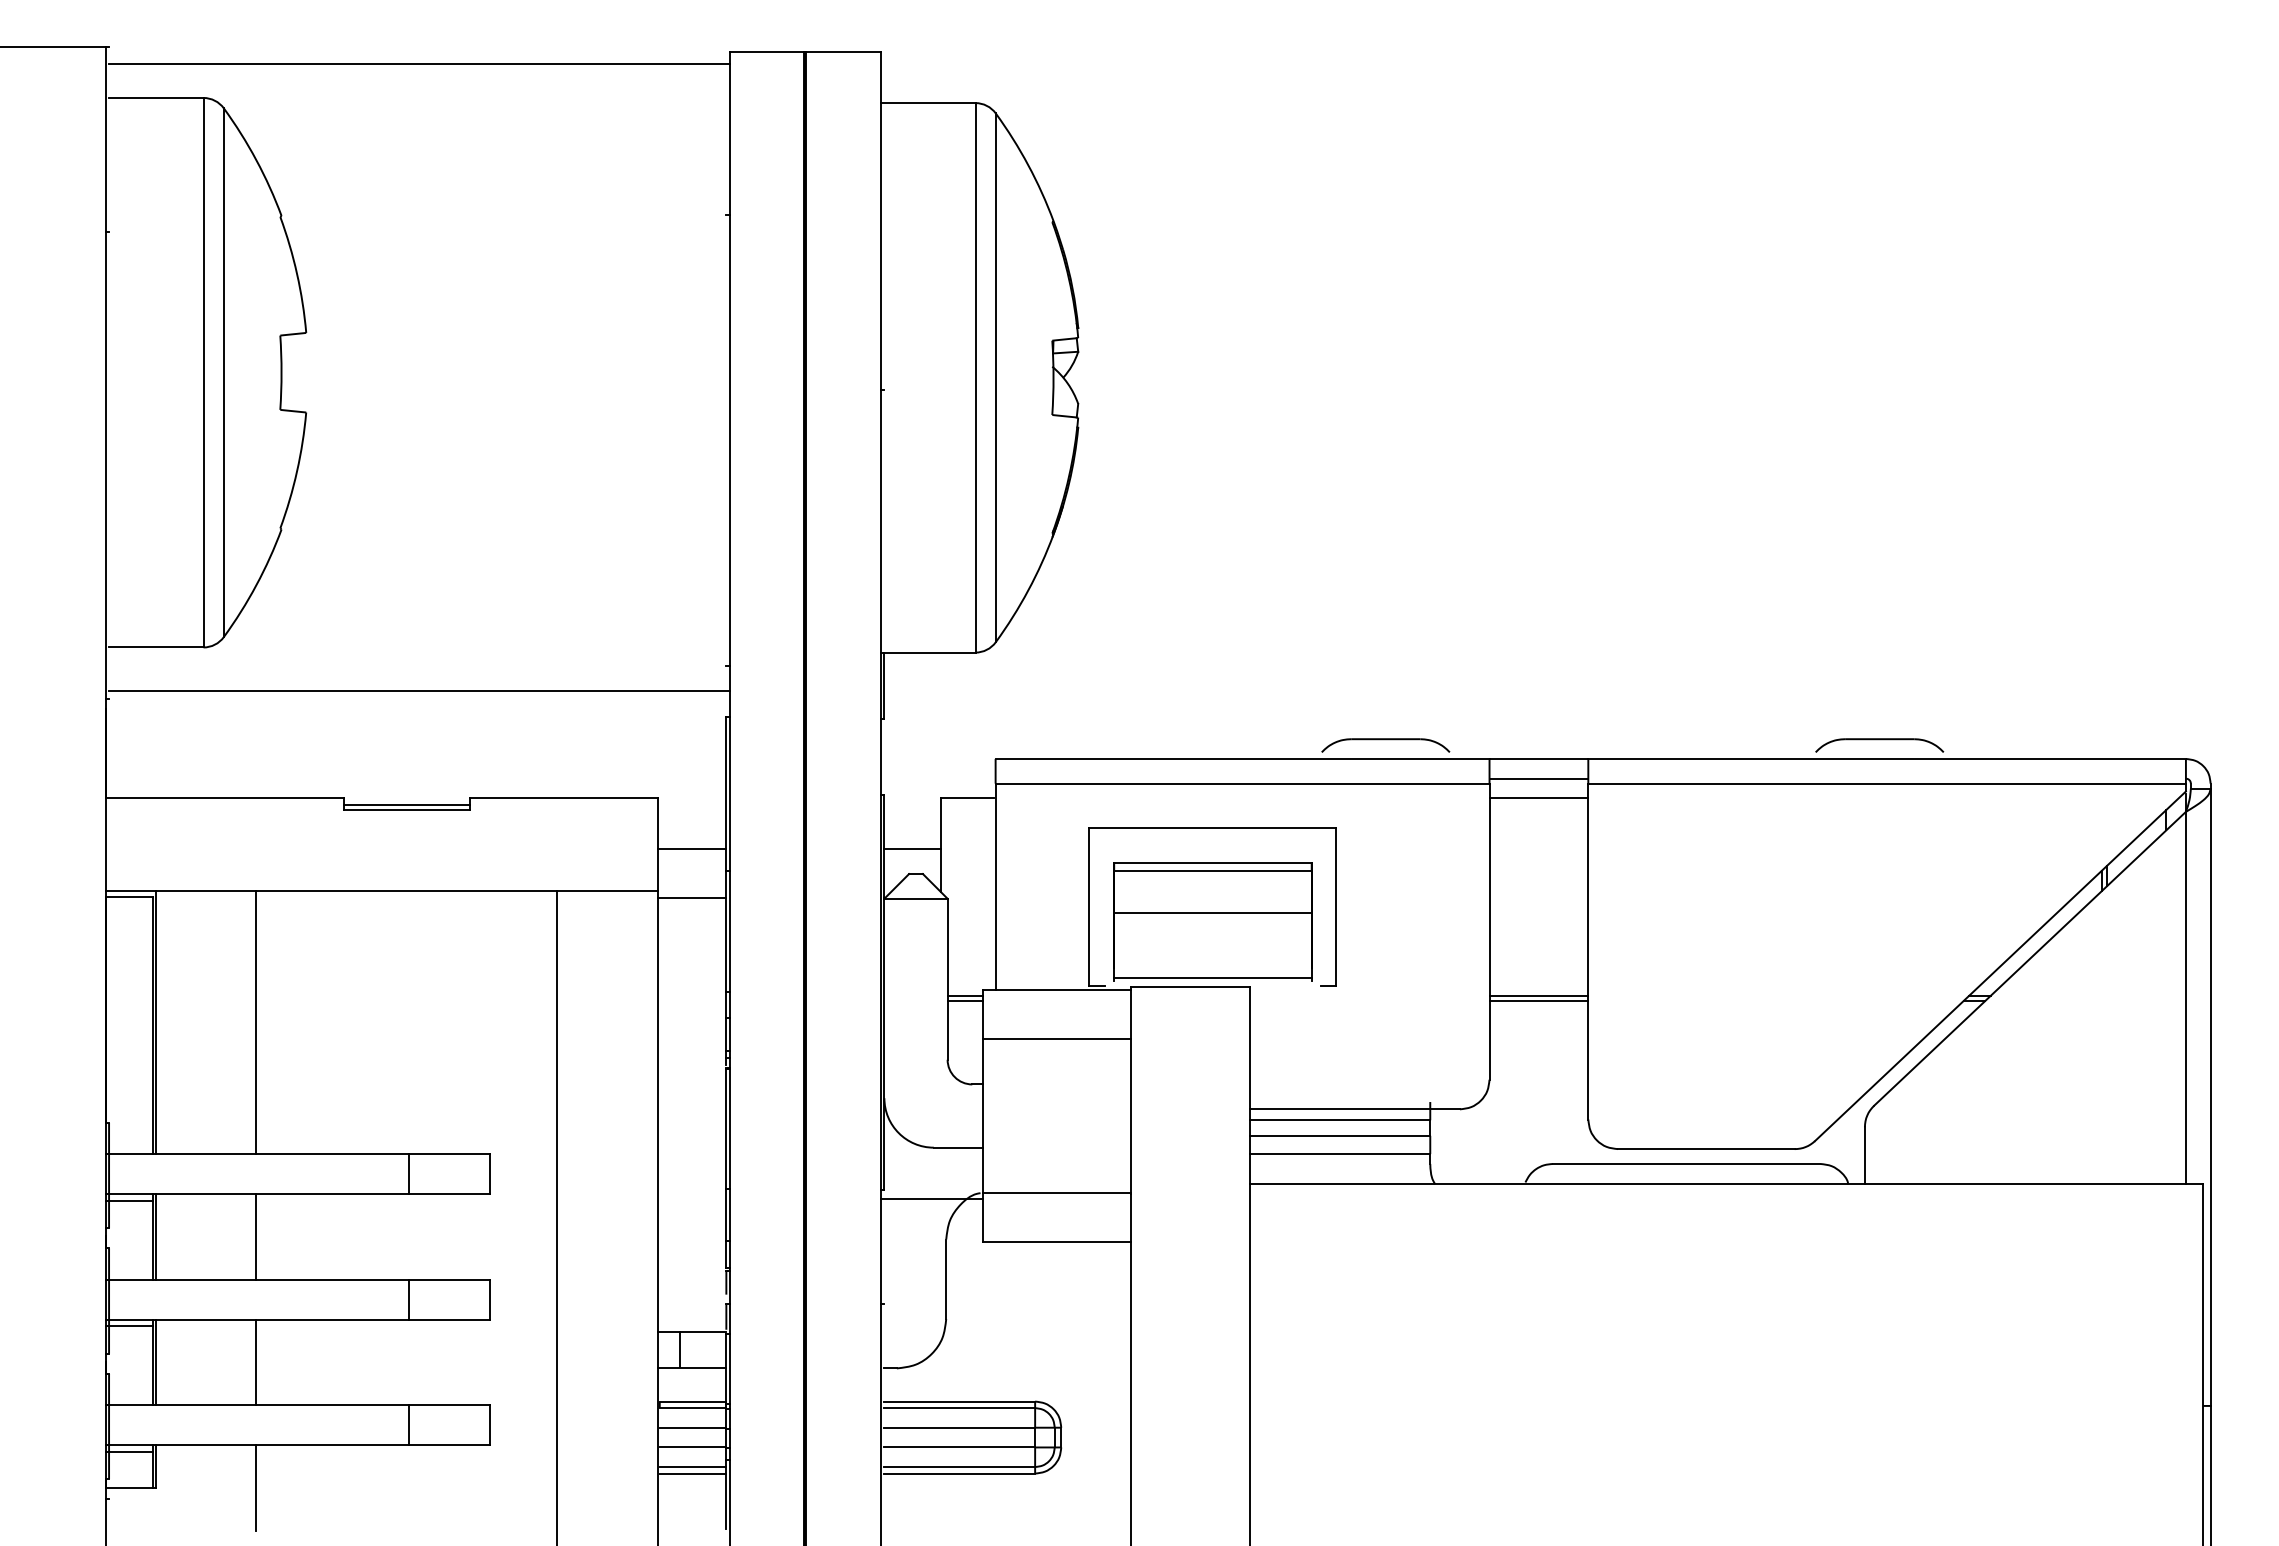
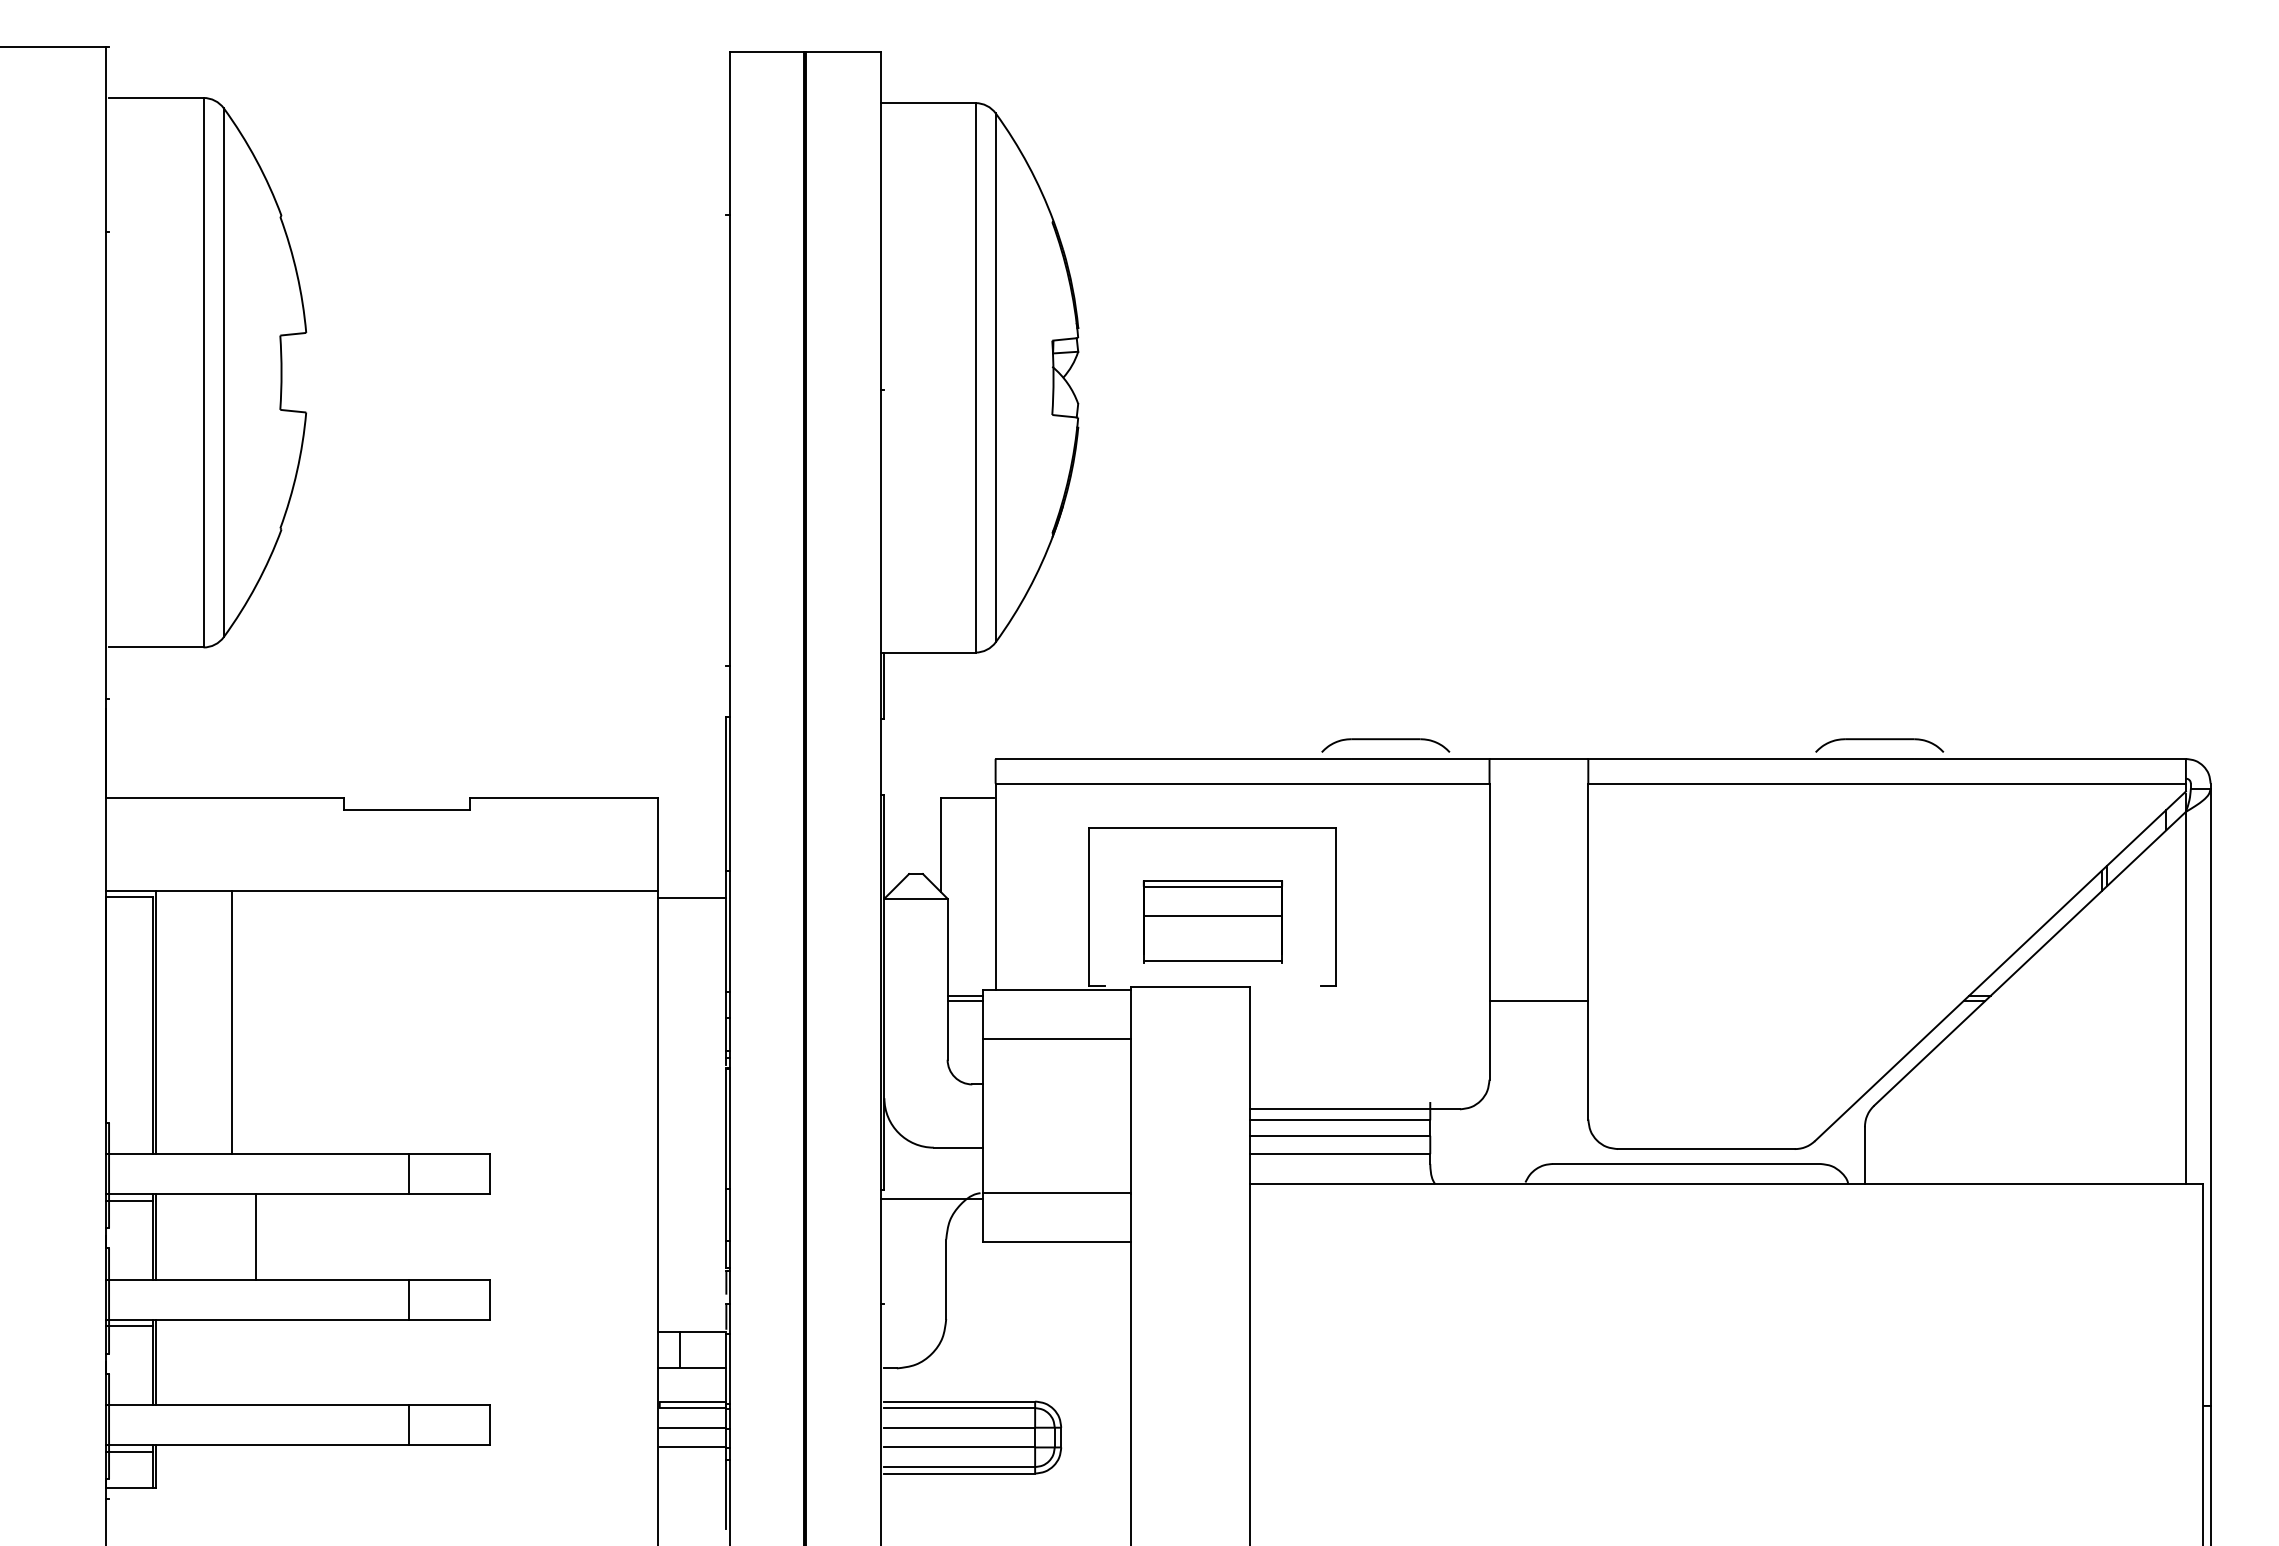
line at (419, 64): present -> none
line at (419, 691): present -> none
line at (1538, 778): present -> none
line at (1538, 798): present -> none
line at (406, 804): present -> none
line at (691, 848): present -> none
line at (912, 848): present -> none
part at (1212, 921) size: 200x120 px -> 141x84 px
line at (1538, 996): present -> none
line at (256, 1022) position: (256, 1022) -> (232, 1022)
line at (557, 1216): present -> none
line at (256, 1362): present -> none
line at (692, 1467): present -> none
line at (692, 1473): present -> none
line at (256, 1487): present -> none
